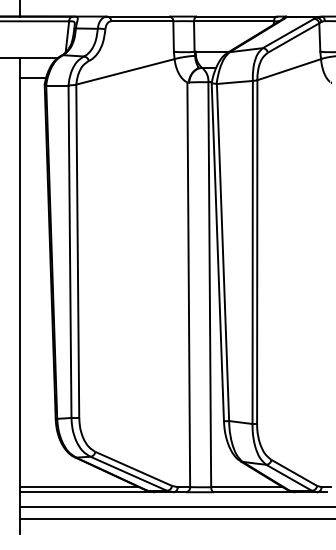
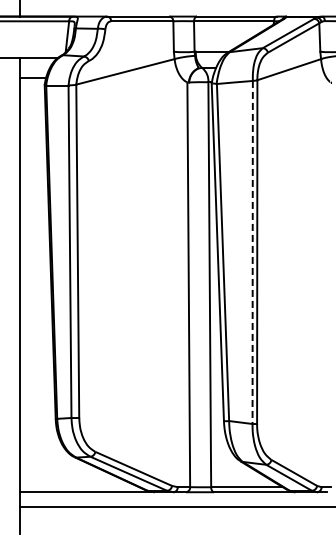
line at (252, 252): solid -> dashed
line at (78, 487): present -> none
line at (175, 519): present -> none
